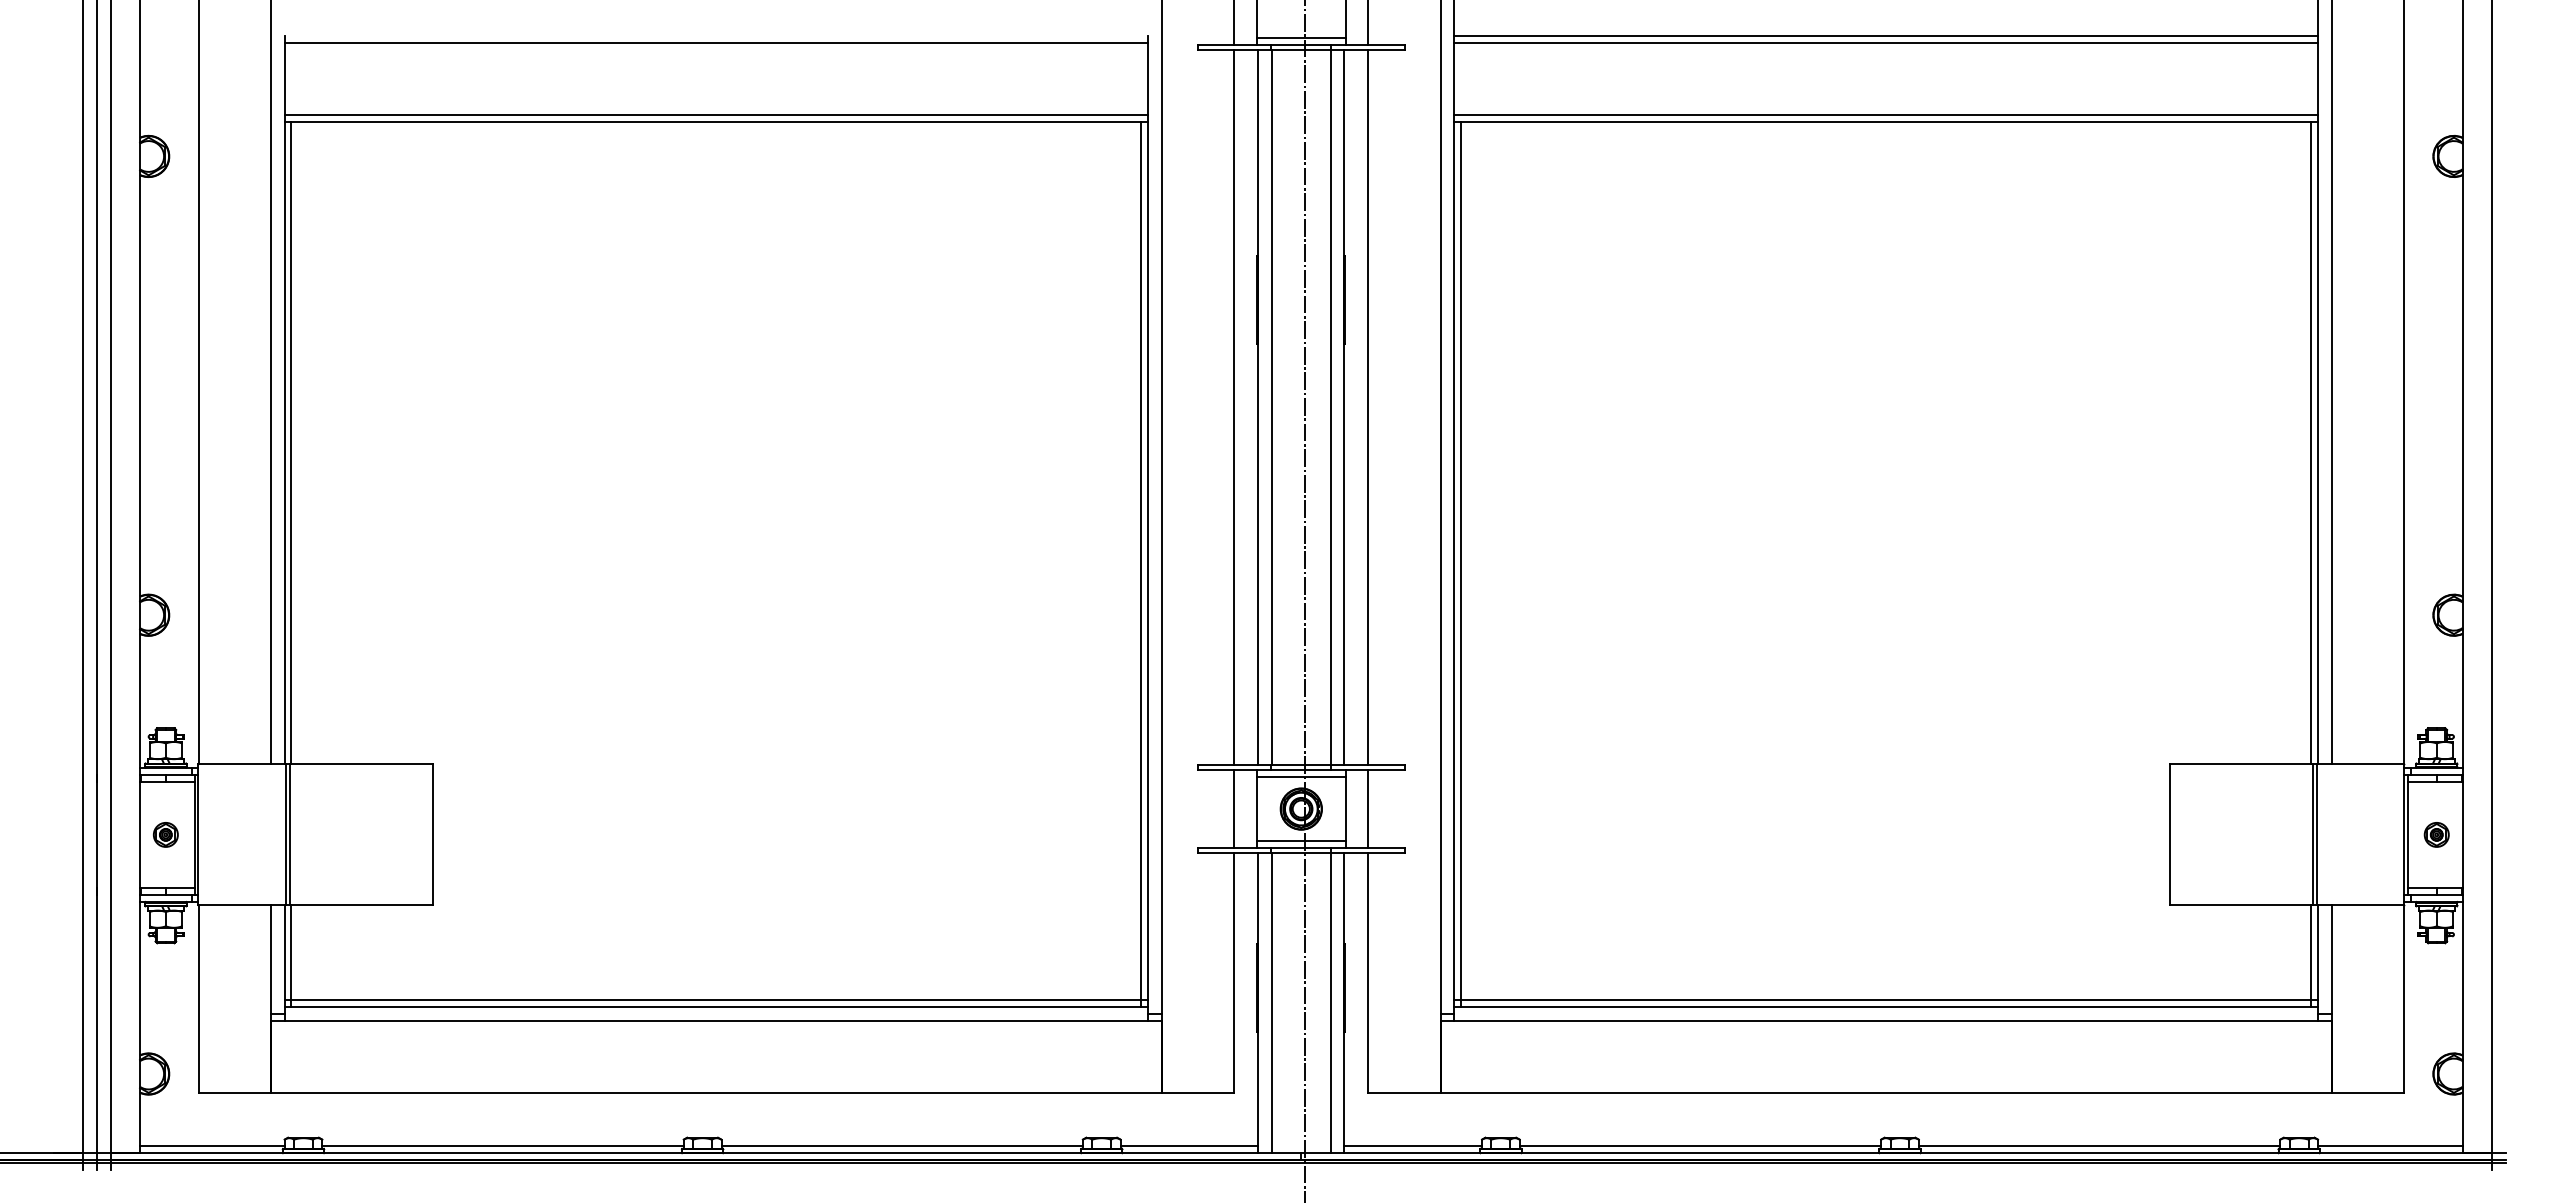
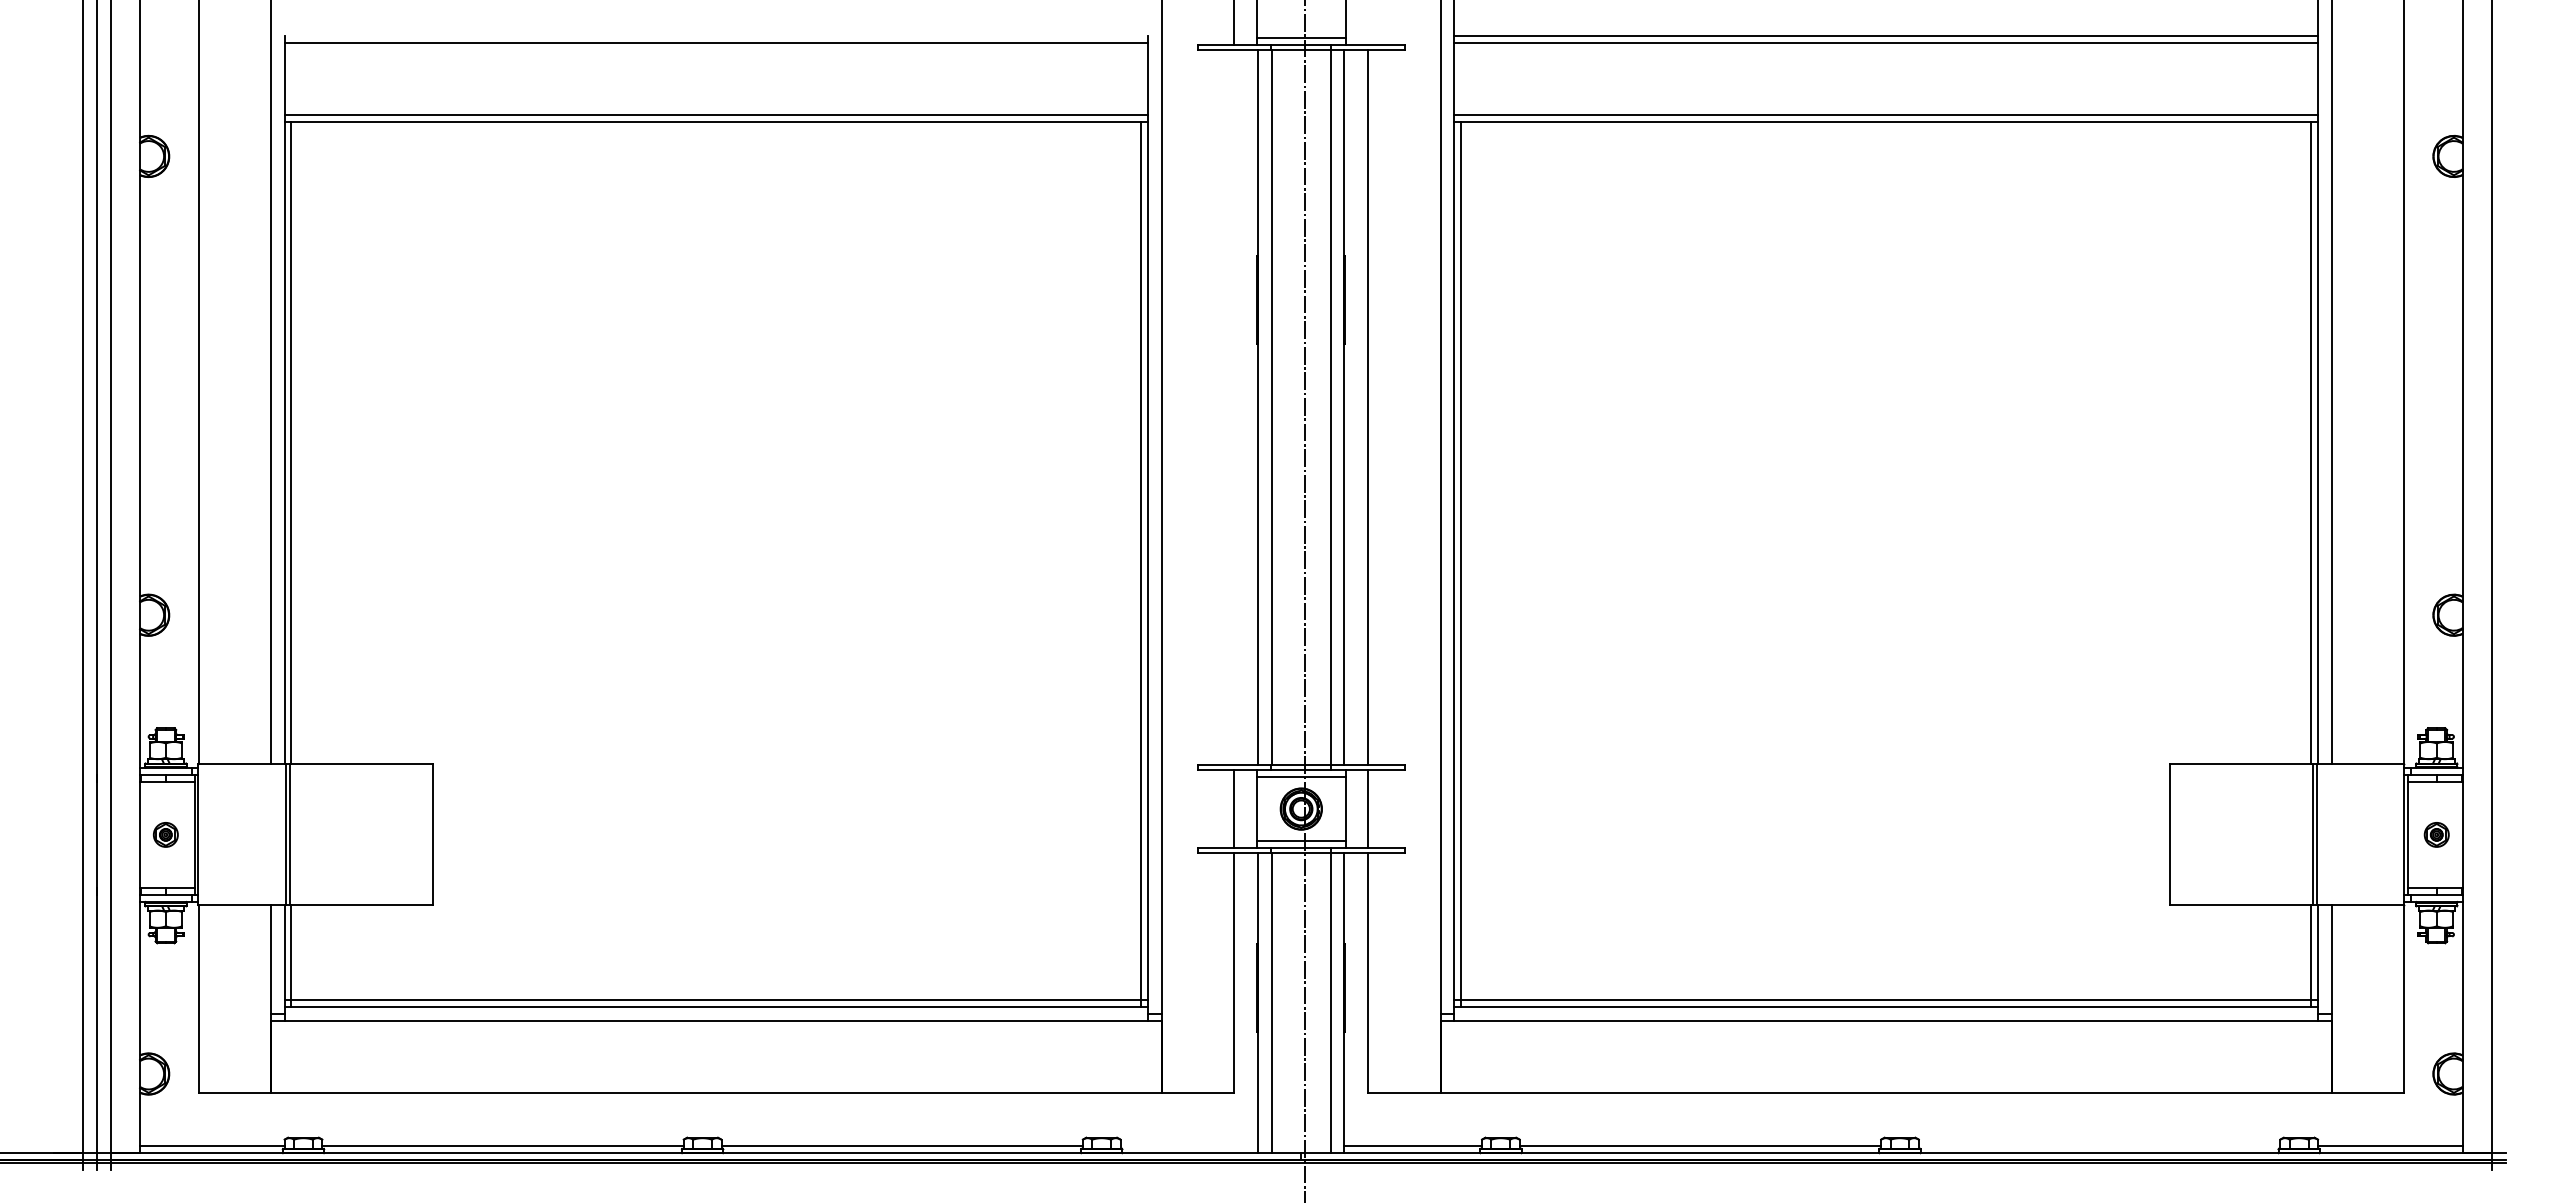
line at (1368, 23): present -> none
line at (1234, 407): present -> none
line at (1189, 1146): present -> none
line at (2099, 1146): present -> none
